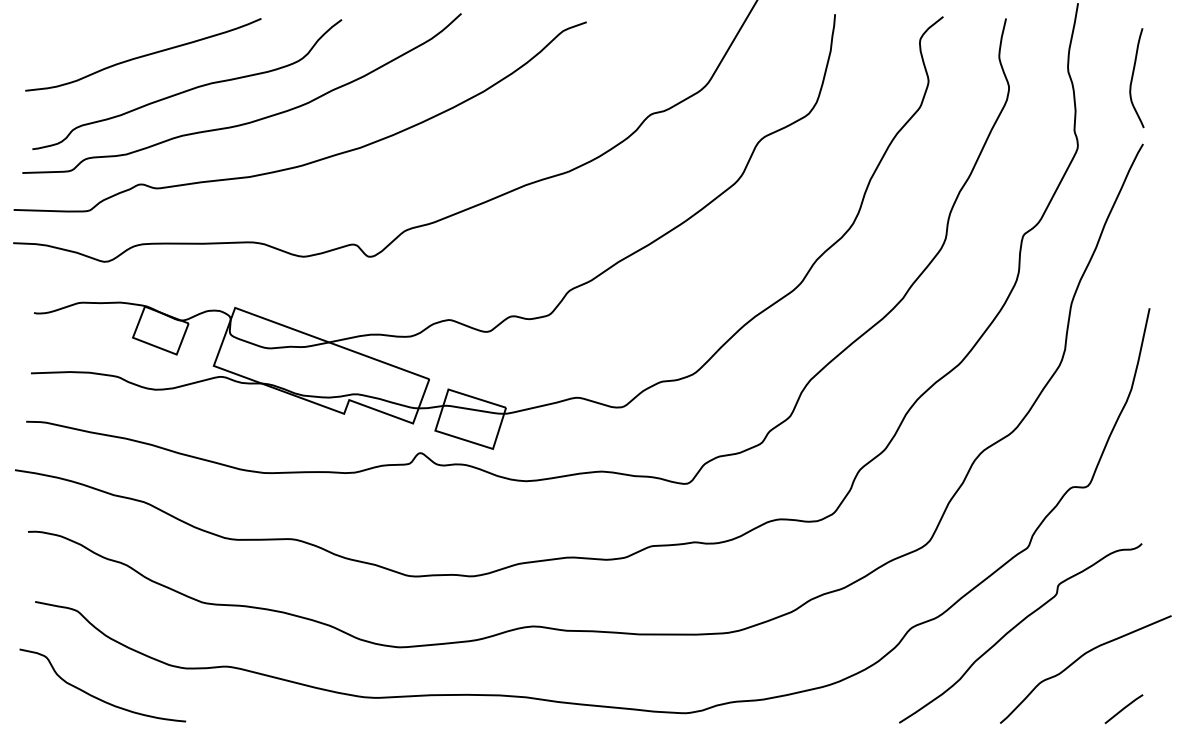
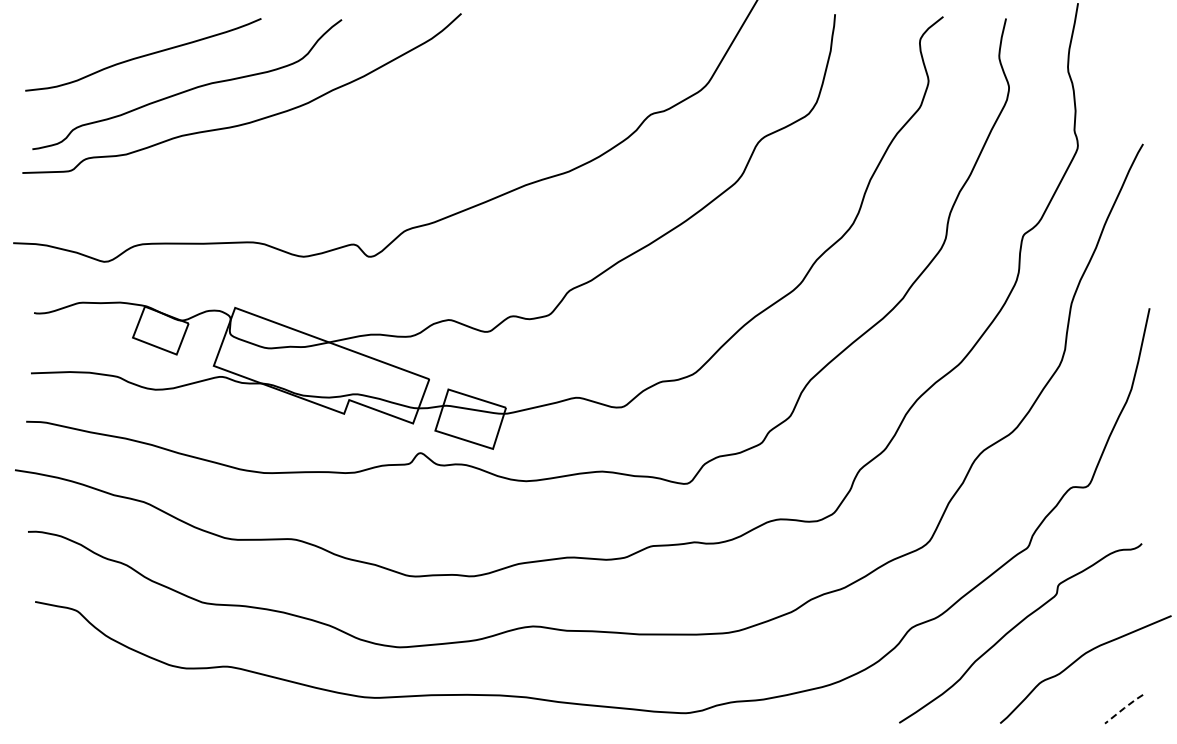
curve at (1133, 77): present -> none
curve at (314, 160): present -> none
curve at (97, 697): present -> none
line at (1124, 708): solid -> dashed
